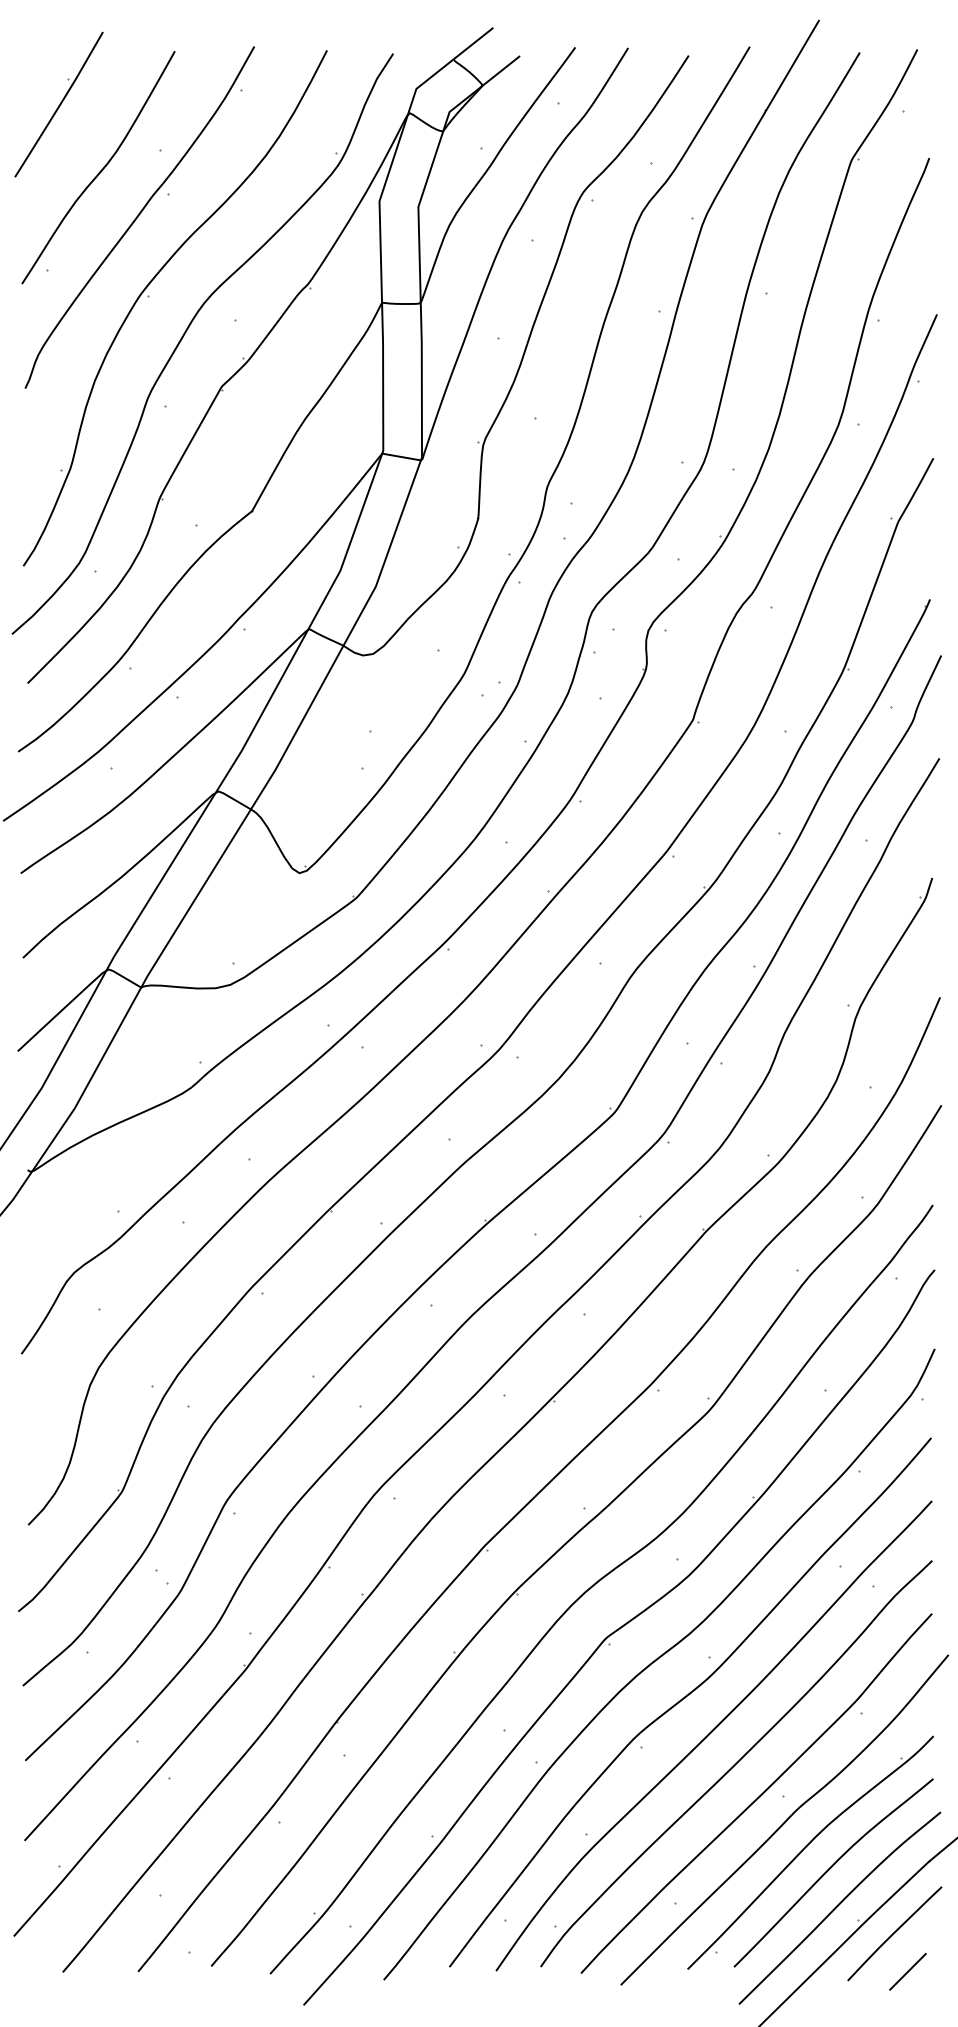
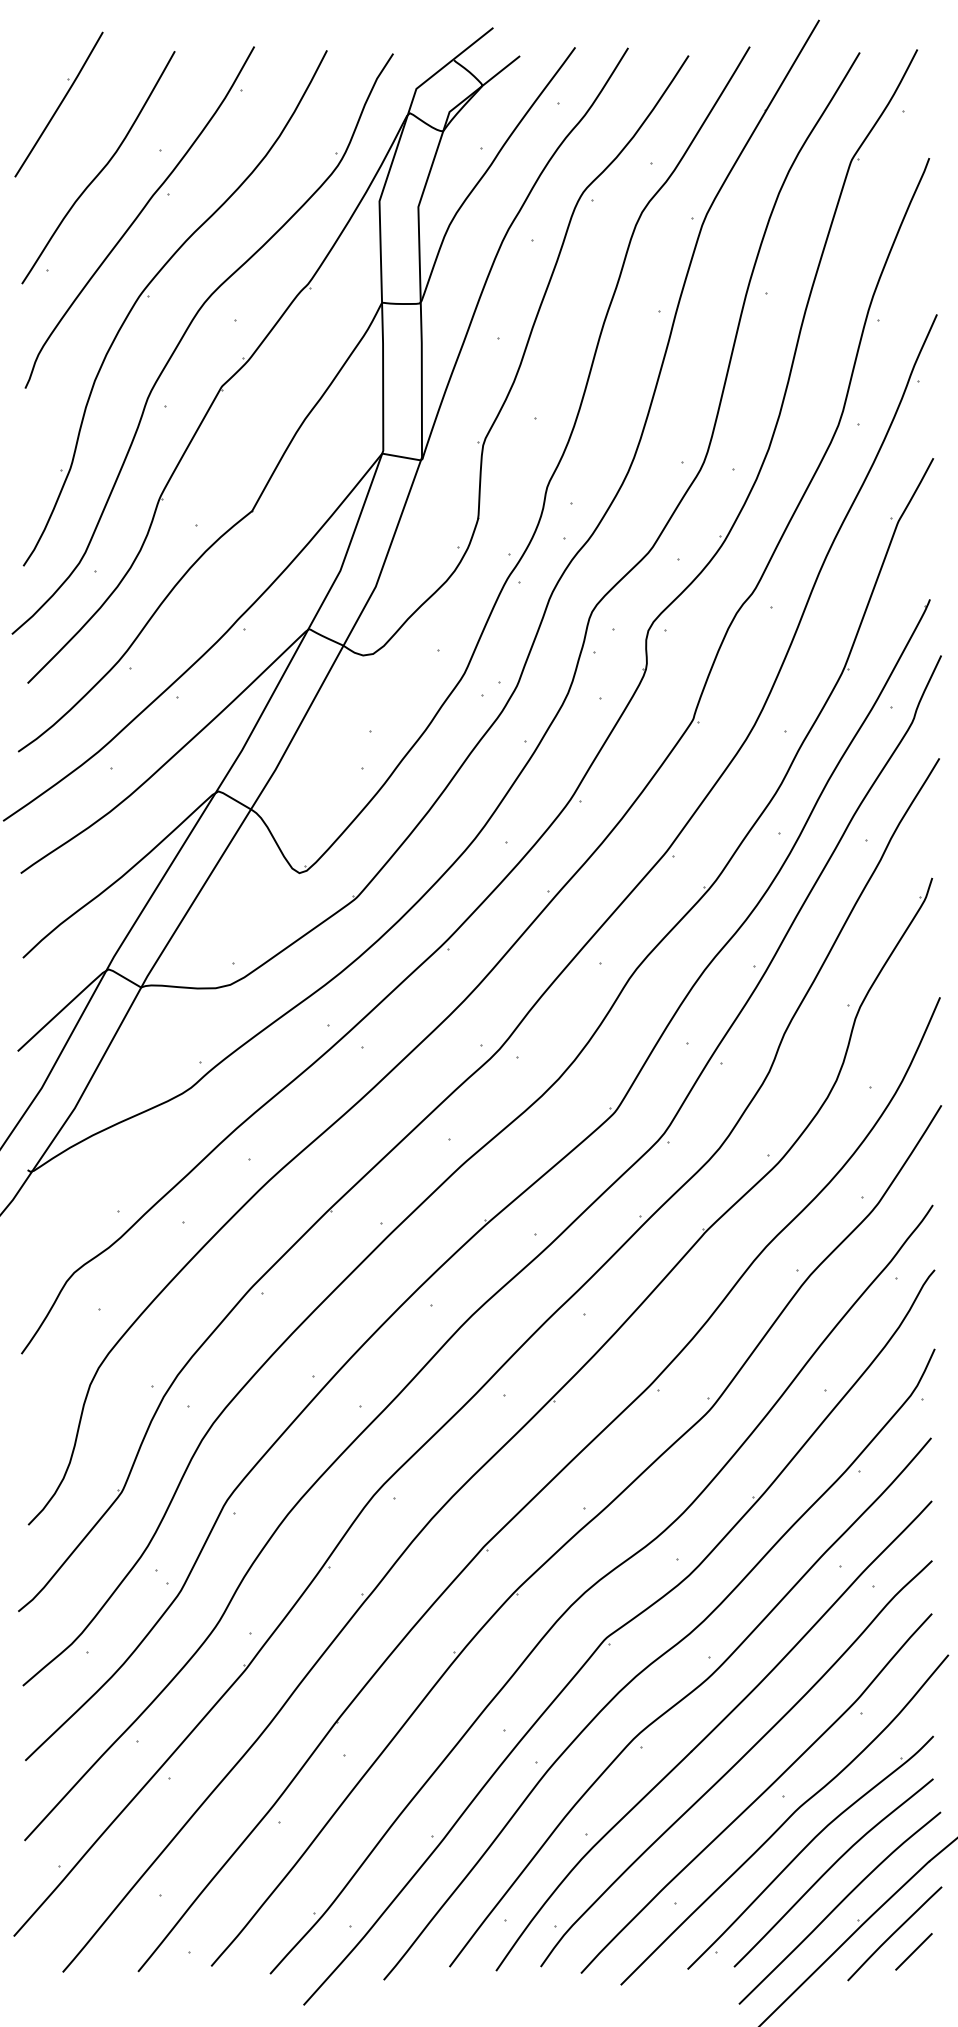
line at (907, 1971) position: (907, 1971) -> (913, 1951)
